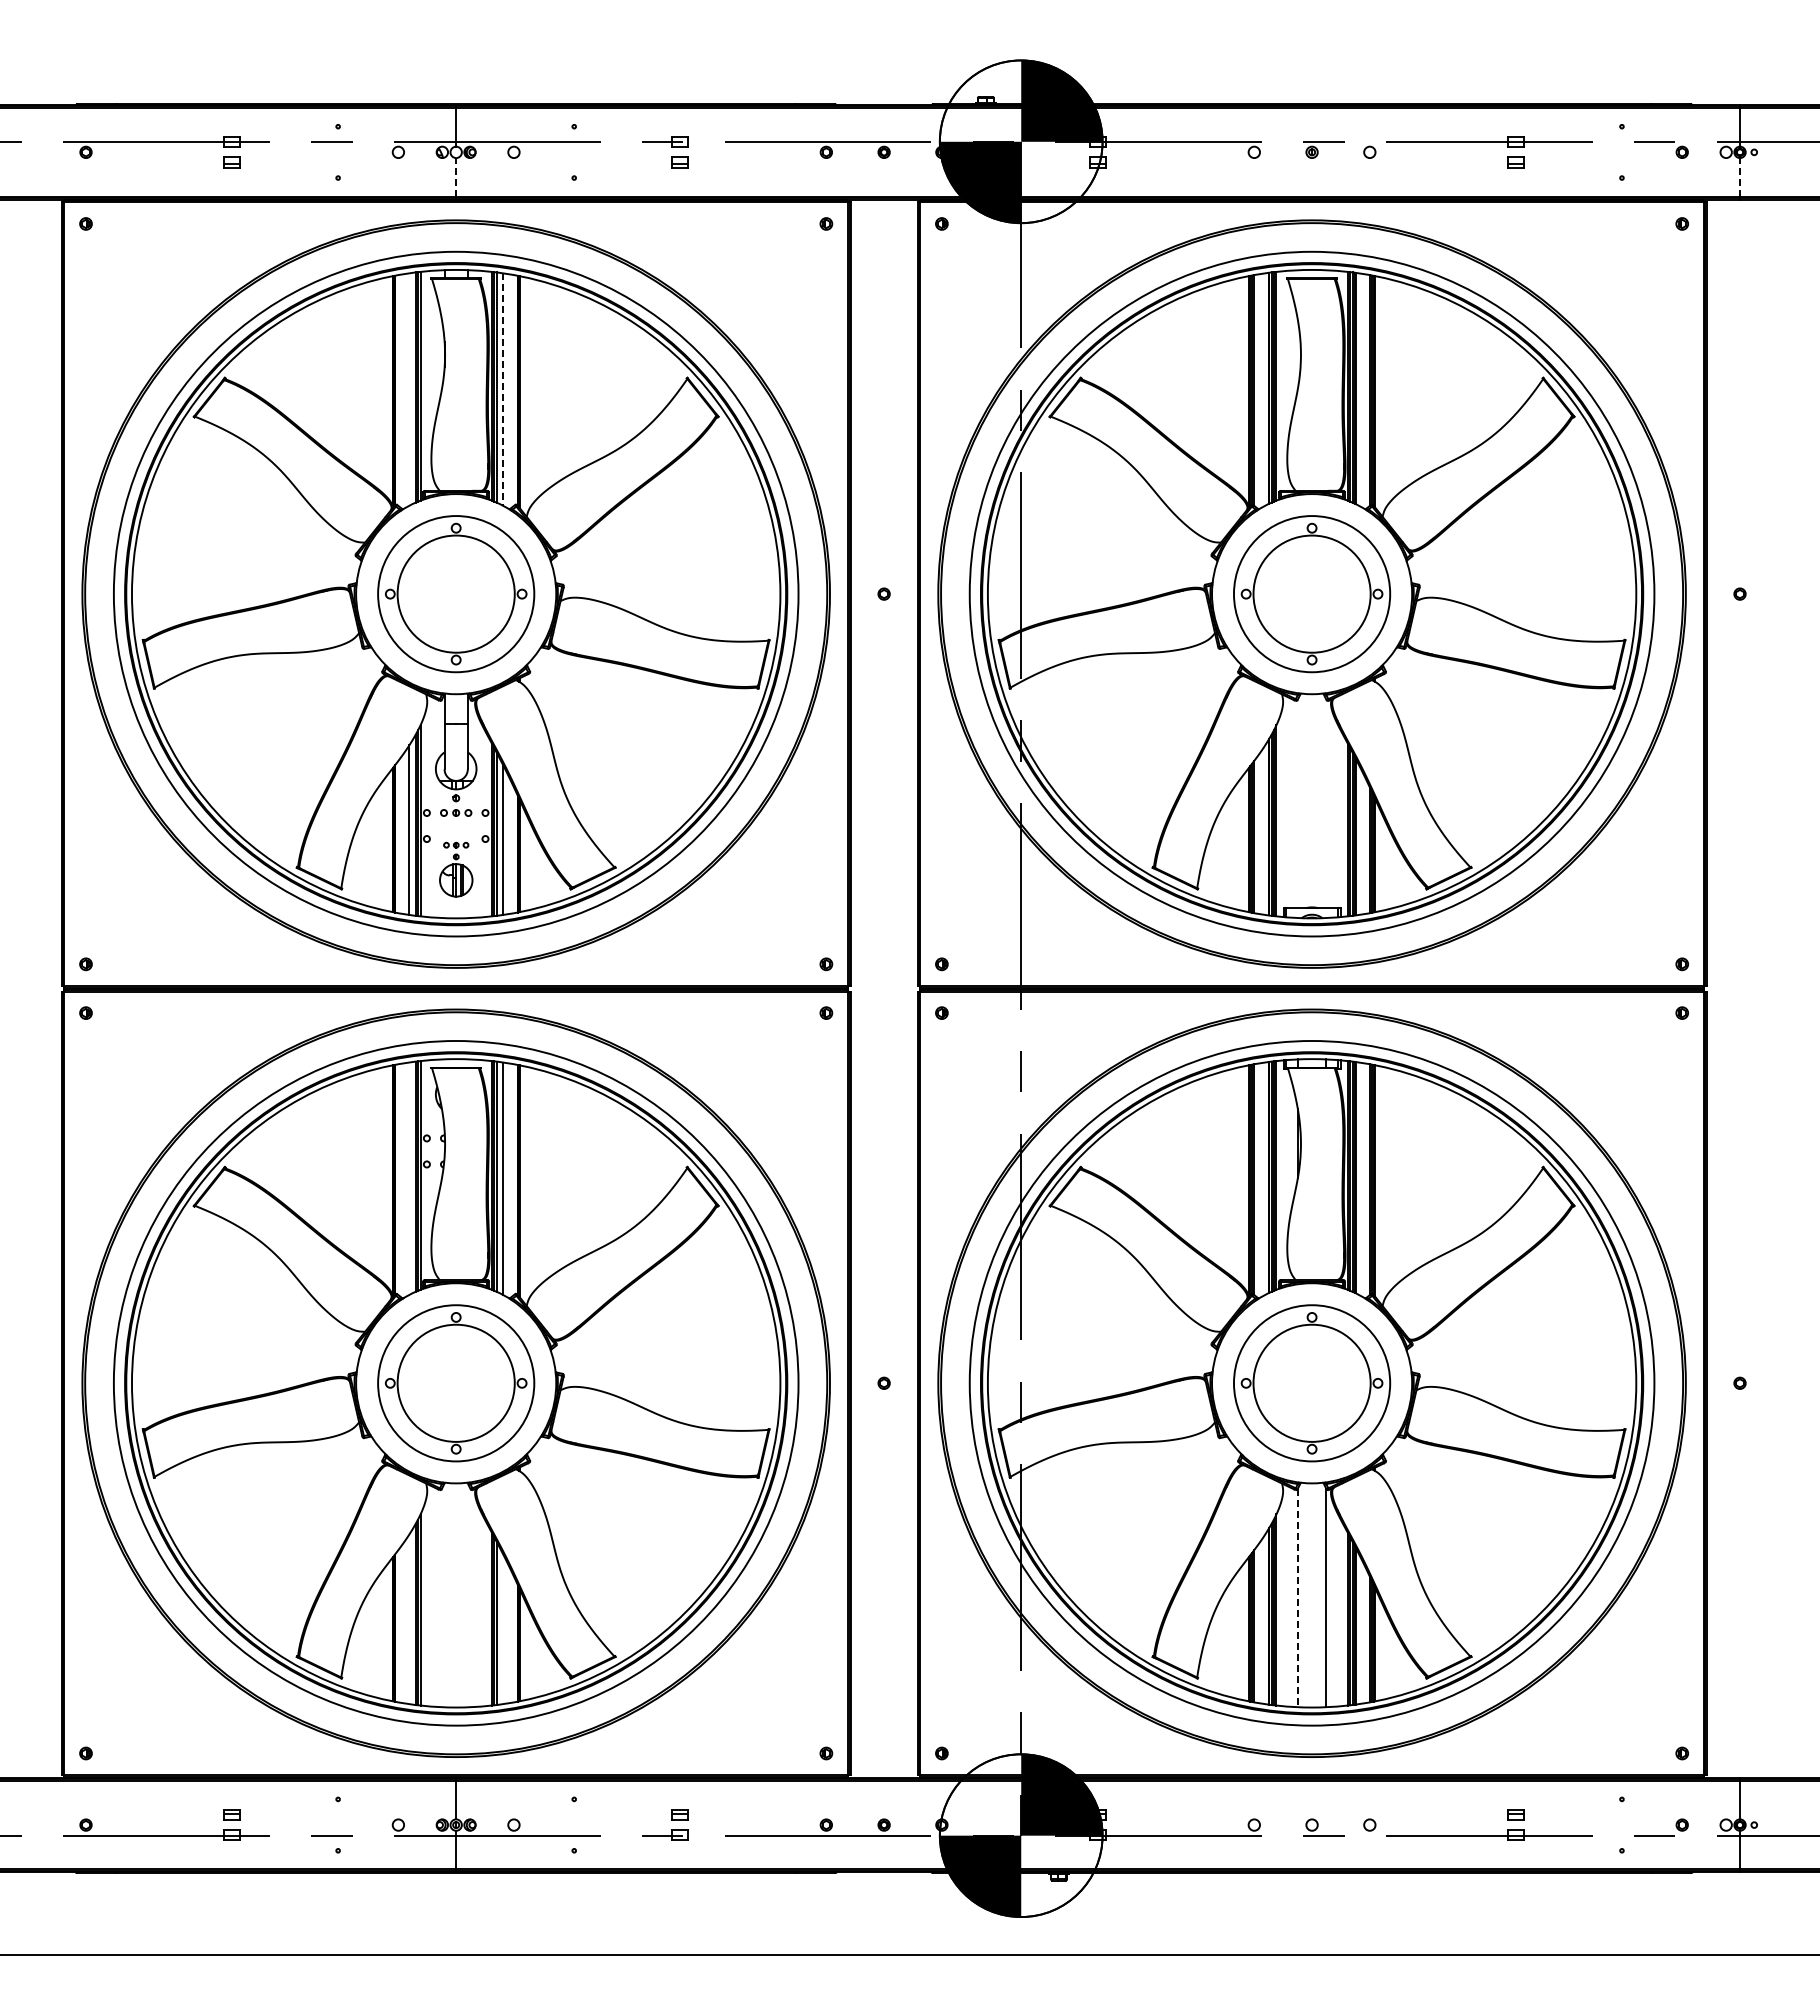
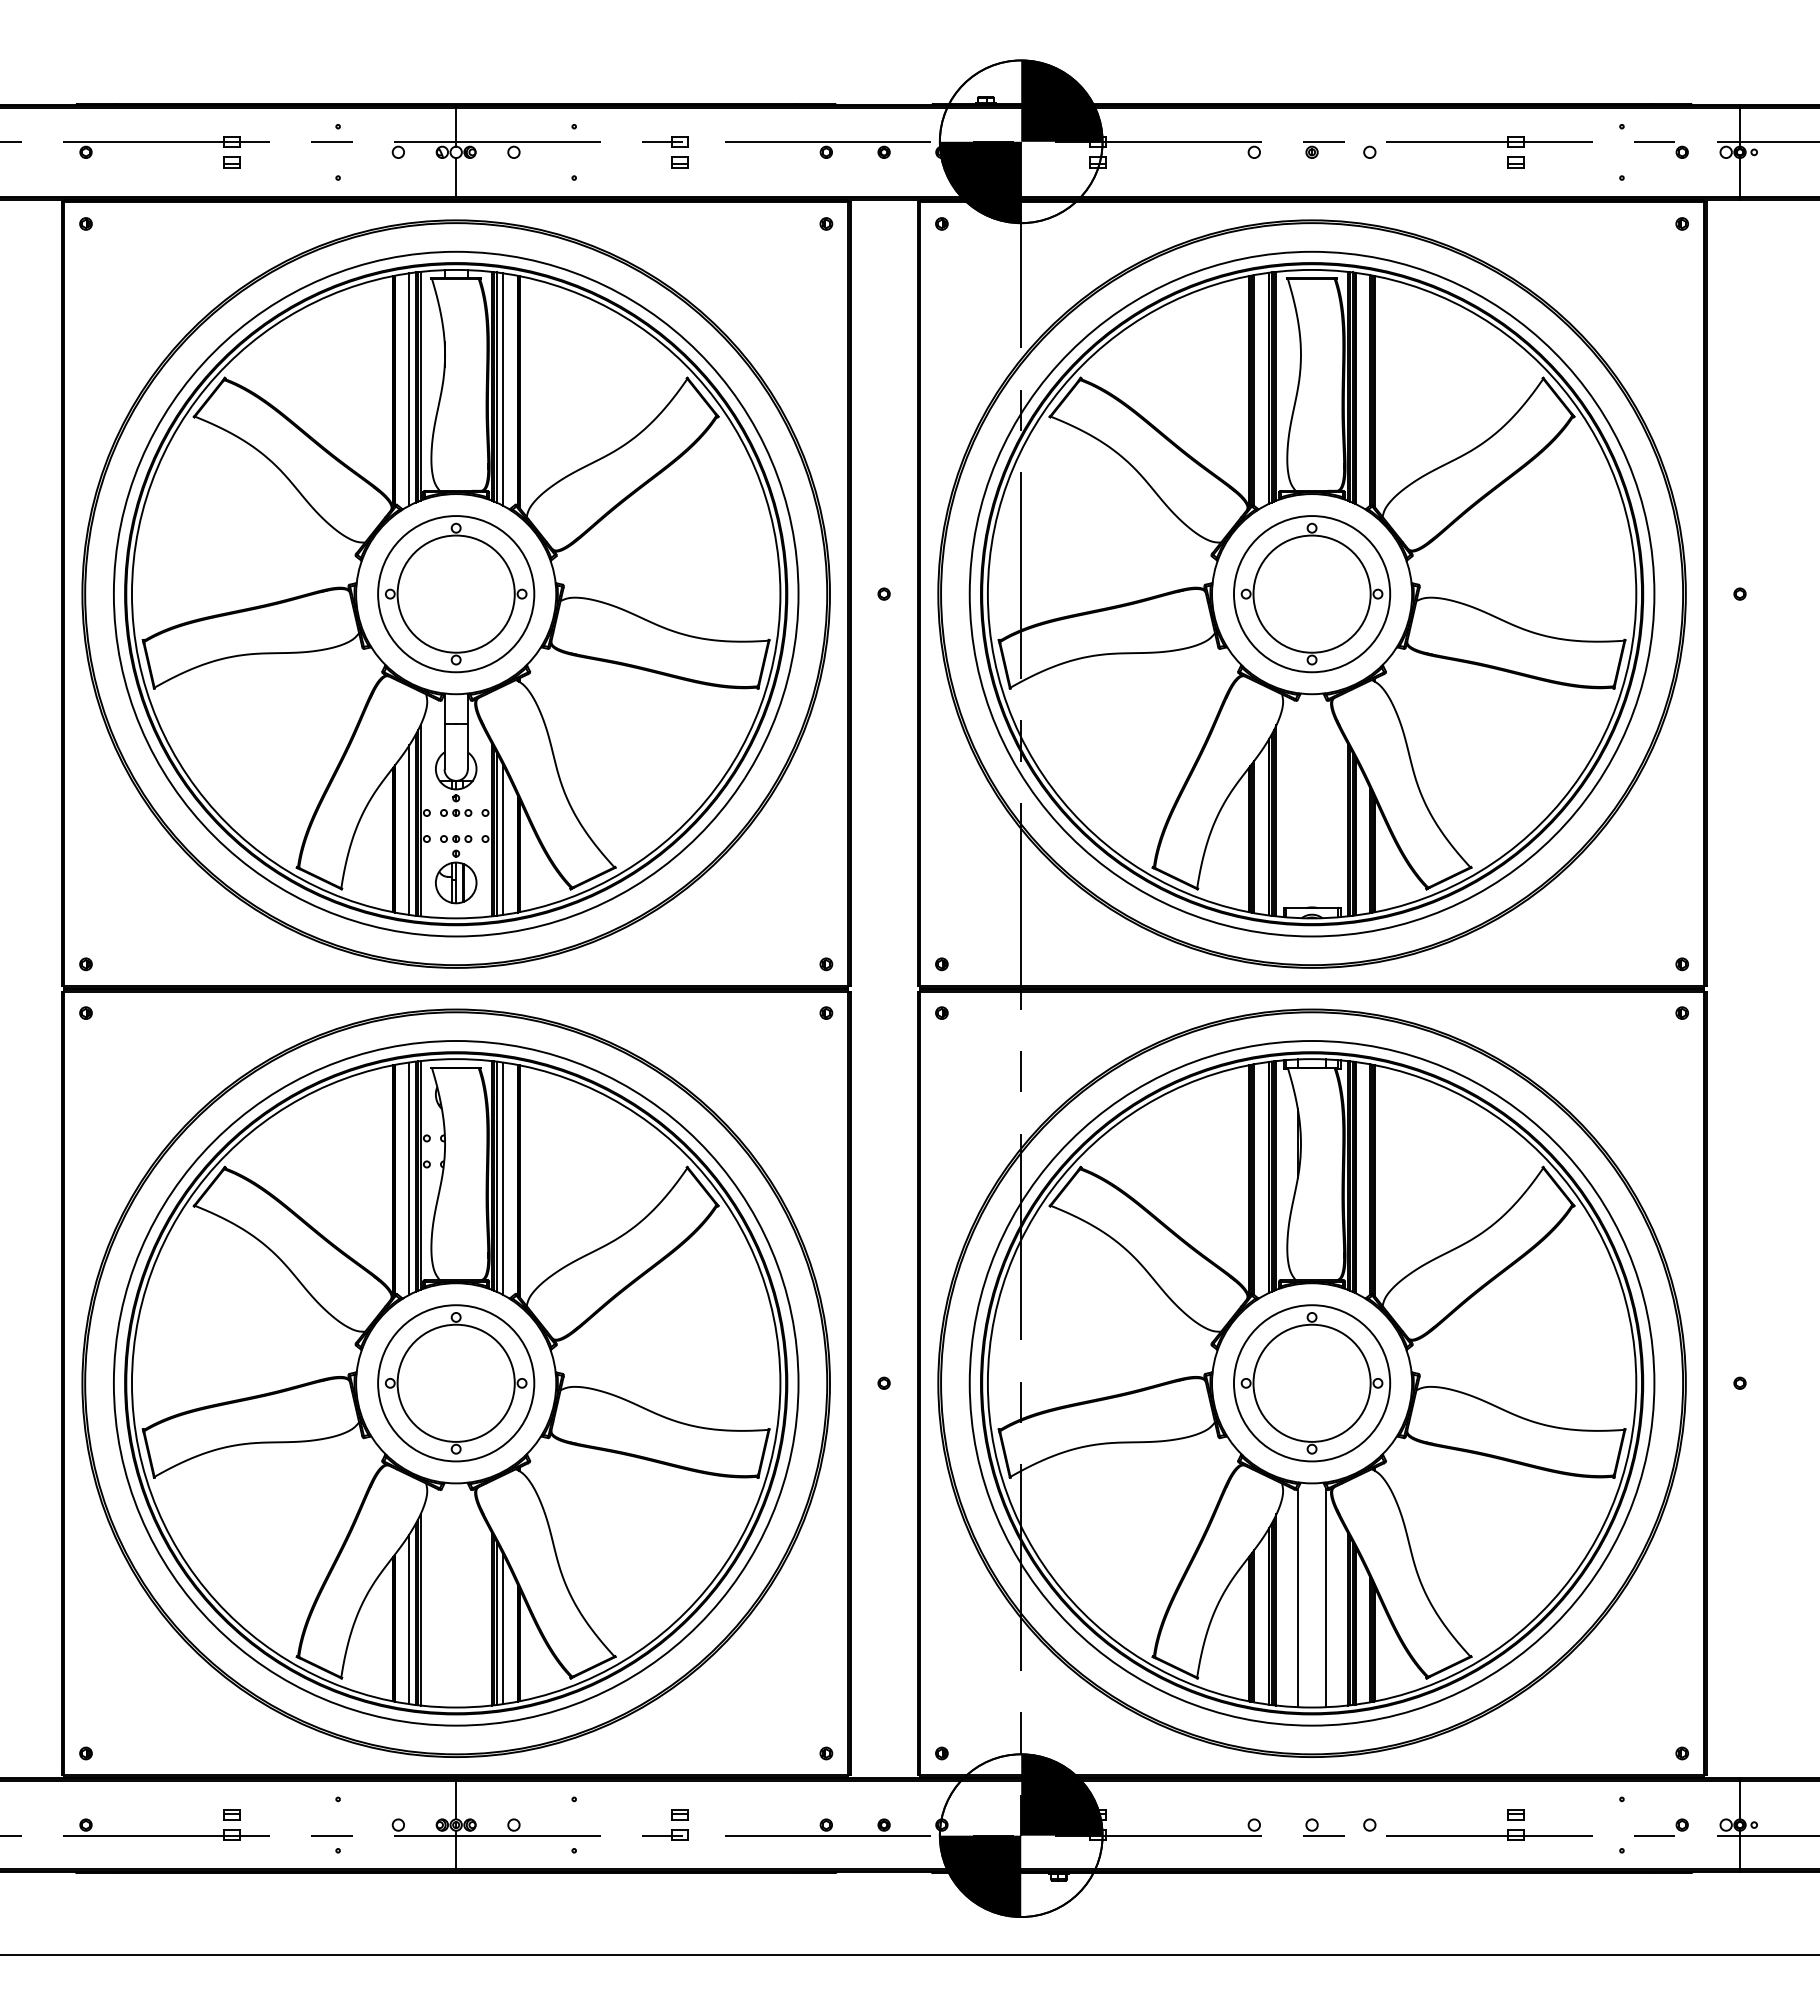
line at (456, 176): dashed -> solid
line at (1740, 176): dashed -> solid
line at (409, 389): none -> present
line at (503, 390): dashed -> solid
part at (456, 869) size: 35x57 px -> 43x70 px
line at (409, 1178): none -> present
line at (1297, 1598): dashed -> solid
line at (409, 1619): none -> present
line at (503, 1629): none -> present
